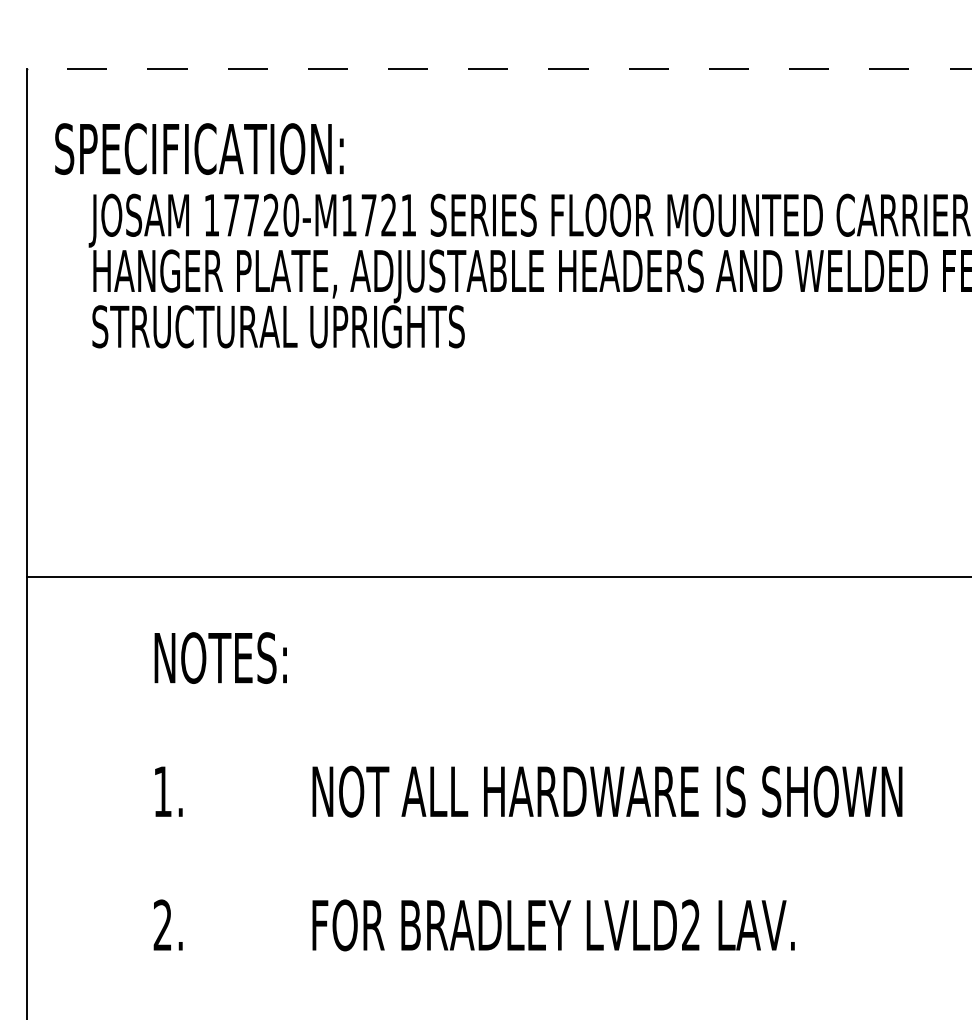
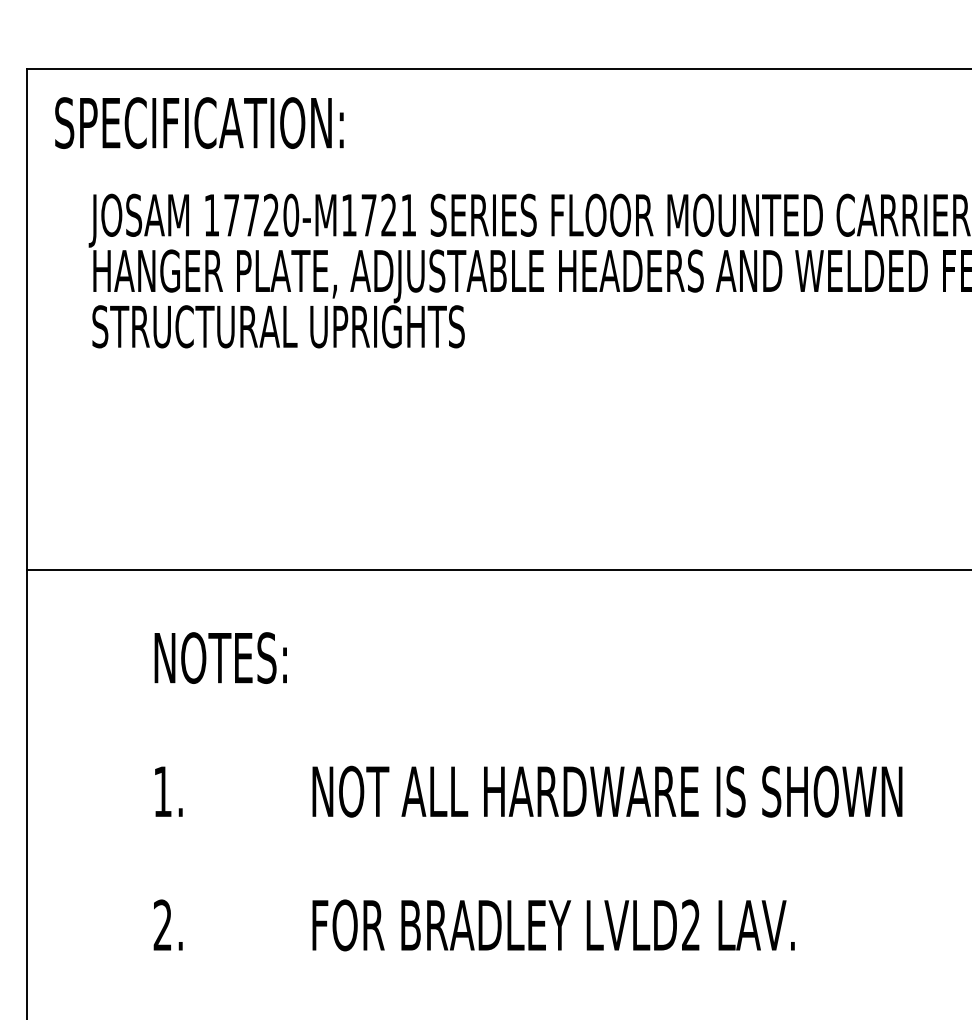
line at (498, 68): dashed -> solid
text at (199, 148) position: (199, 148) -> (199, 122)
line at (497, 576) position: (497, 576) -> (497, 569)
